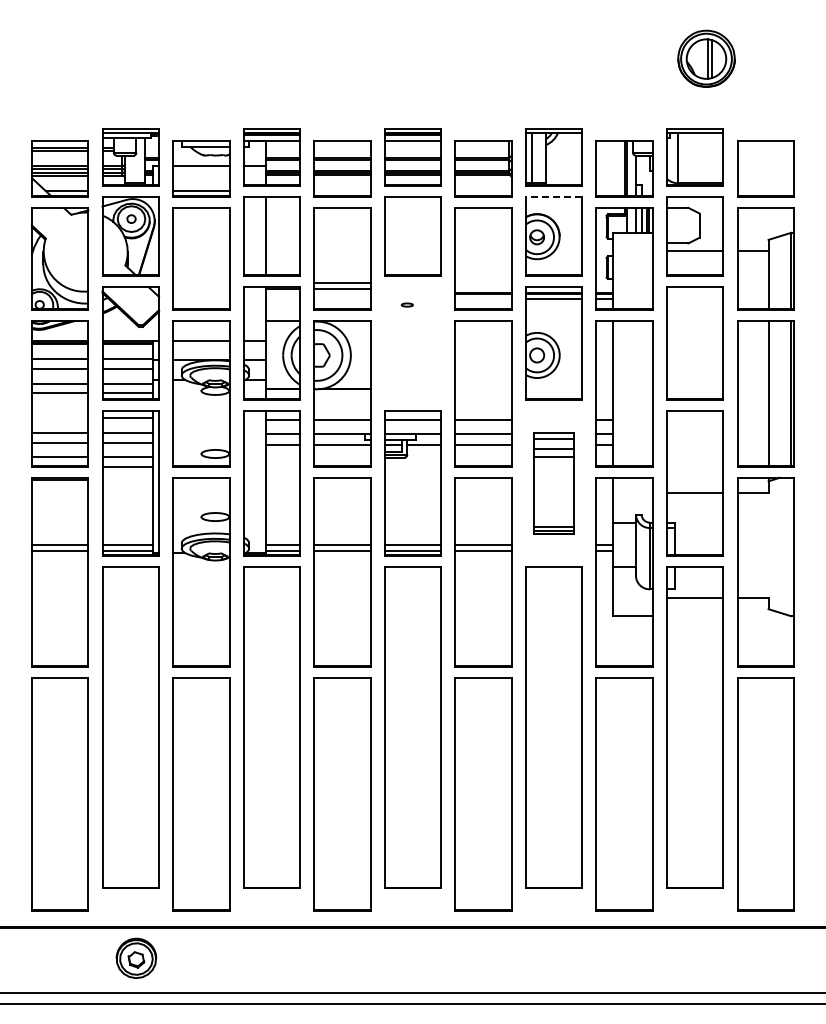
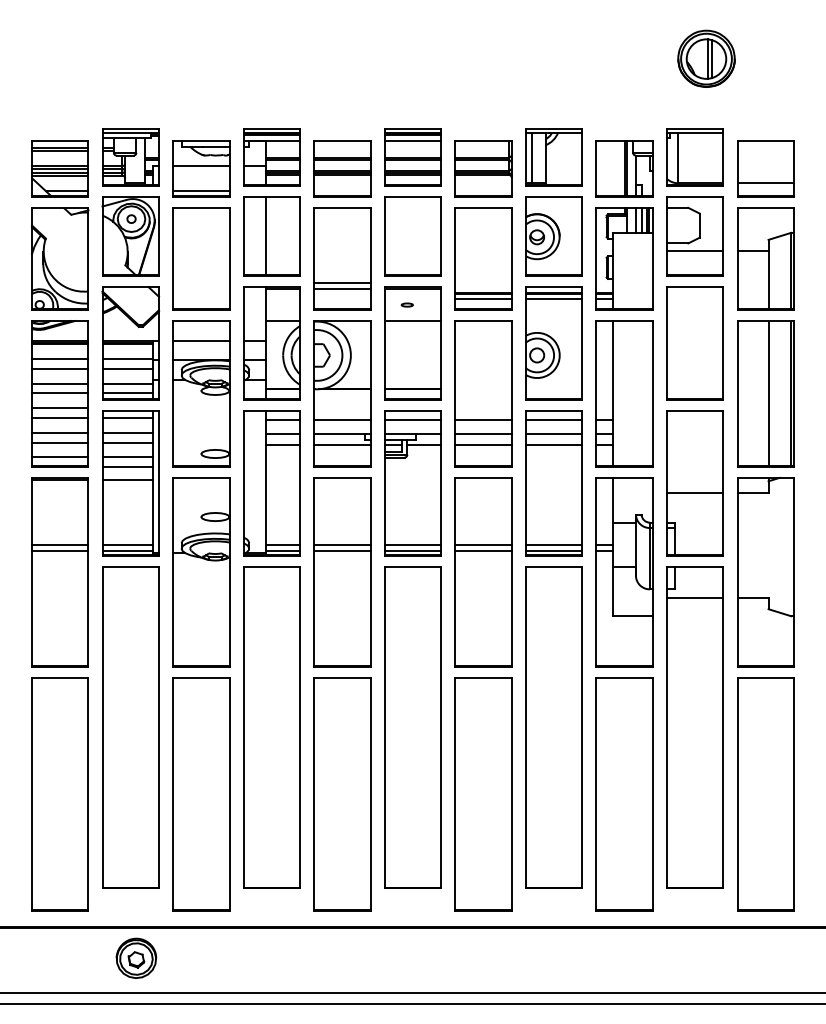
line at (765, 183): none -> present
line at (553, 197): dashed -> solid
line at (483, 299): none -> present
part at (412, 343): none -> present
line at (60, 408): none -> present
line at (60, 417): none -> present
line at (127, 480): none -> present
part at (553, 483) size: 42x103 px -> 58x147 px
